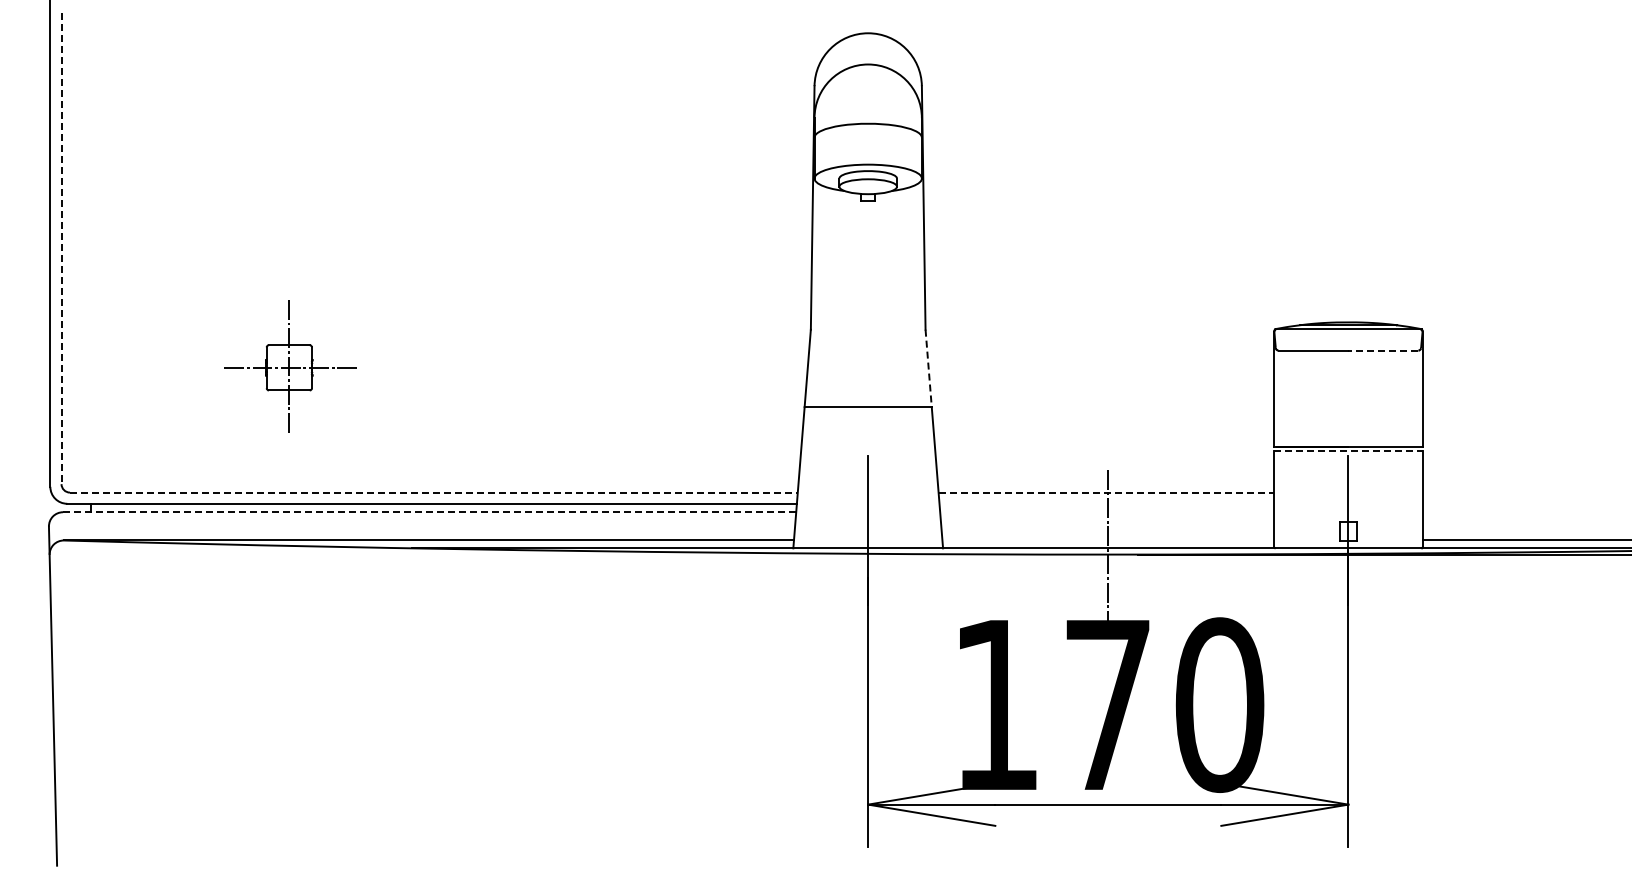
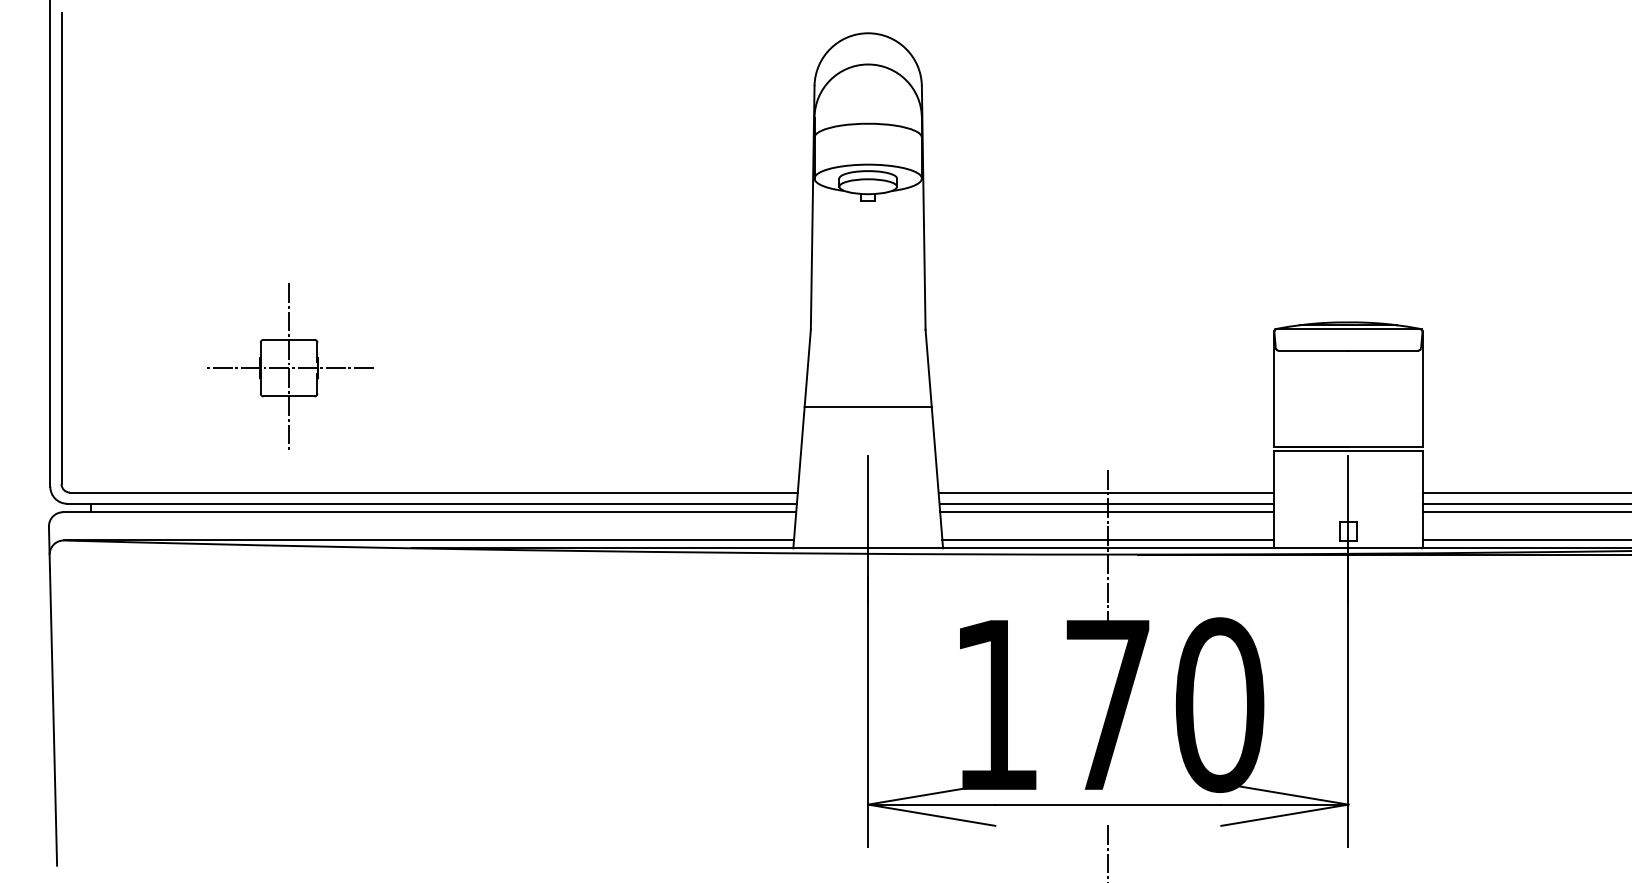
line at (61, 249): dashed -> solid
line at (1383, 350): dashed -> solid
part at (290, 366) size: 133x133 px -> 167x167 px
line at (928, 368): dashed -> solid
line at (1348, 451): dashed -> solid
line at (433, 492): dashed -> solid
line at (1106, 492): dashed -> solid
line at (1525, 492): none -> present
line at (1106, 503): none -> present
line at (1525, 503): none -> present
line at (429, 512): dashed -> solid
line at (1107, 512): none -> present
line at (1525, 512): none -> present
line at (1108, 540): none -> present
line at (1108, 852): none -> present
